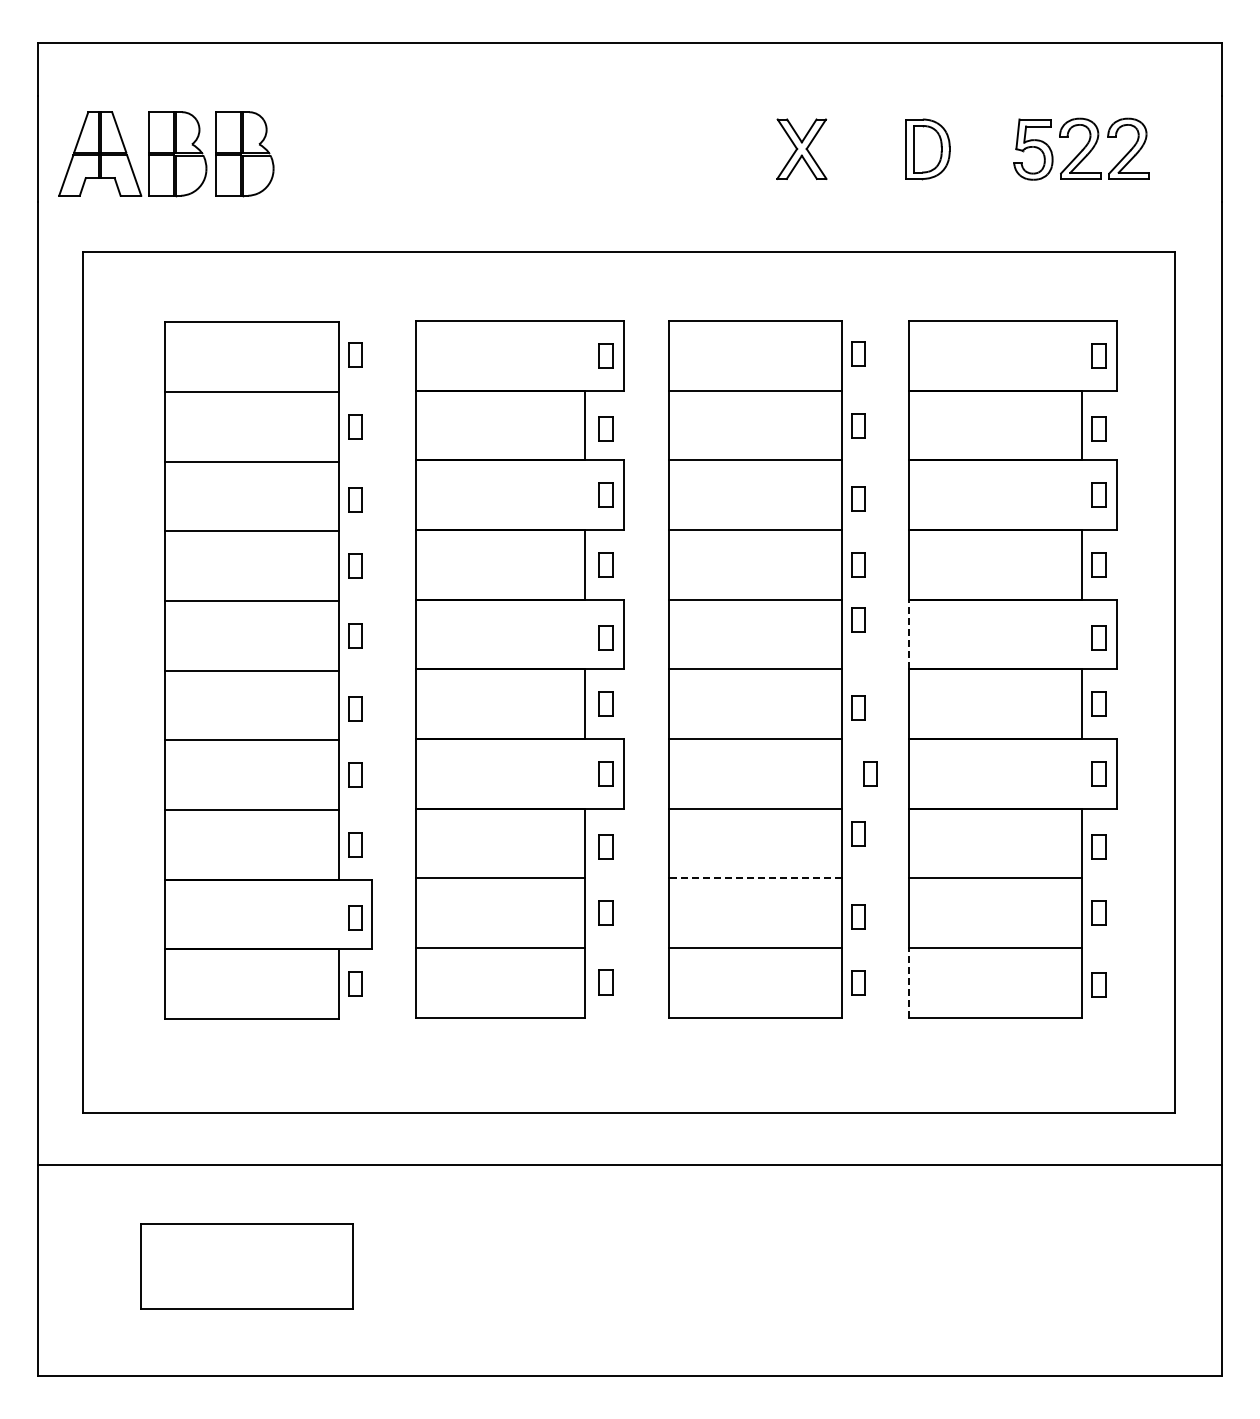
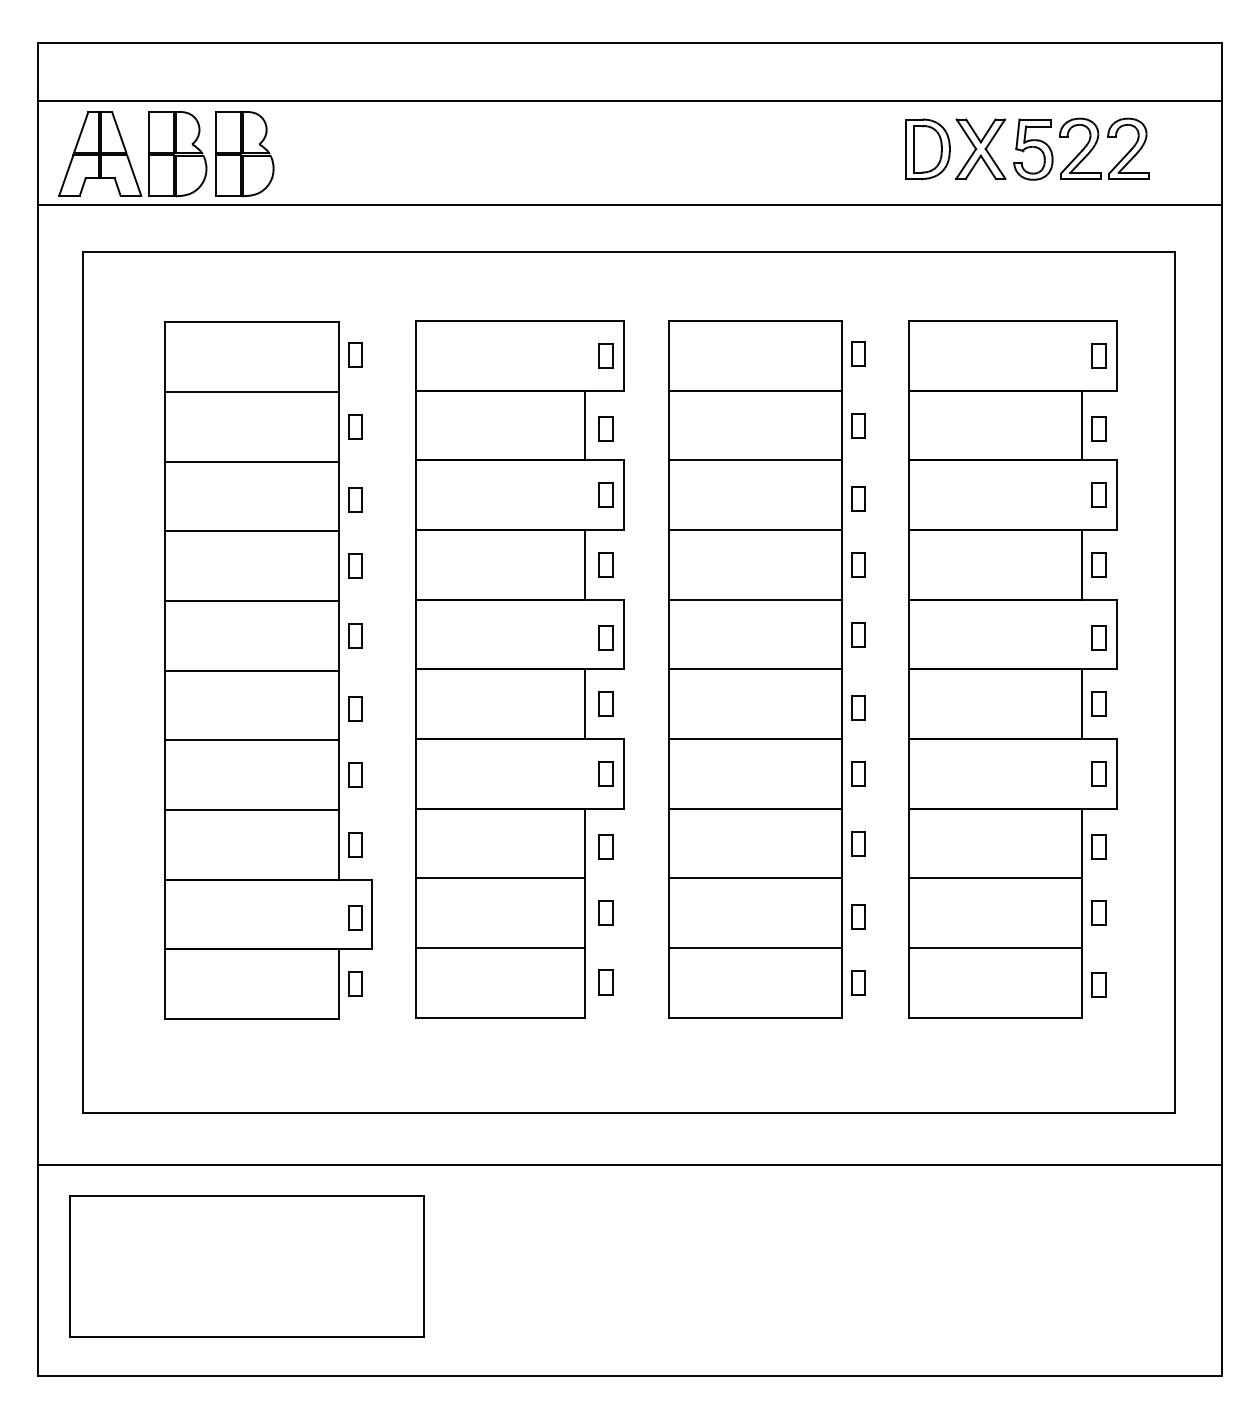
line at (629, 100): none -> present
part at (801, 148) position: (801, 148) -> (980, 148)
line at (629, 205): none -> present
part at (858, 619) position: (858, 619) -> (858, 634)
line at (909, 634): dashed -> solid
part at (870, 773) position: (870, 773) -> (858, 773)
part at (858, 833) position: (858, 833) -> (858, 843)
line at (755, 878): dashed -> solid
line at (909, 982): dashed -> solid
part at (246, 1266) size: 214x87 px -> 356x143 px
